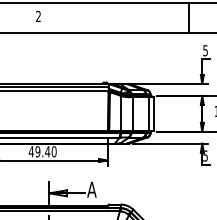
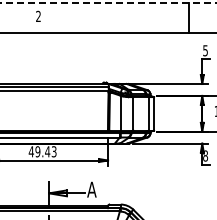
line at (108, 3): solid -> dashed
text at (53, 151): 49.40 -> 49.43
text at (205, 155): 5 -> 8
